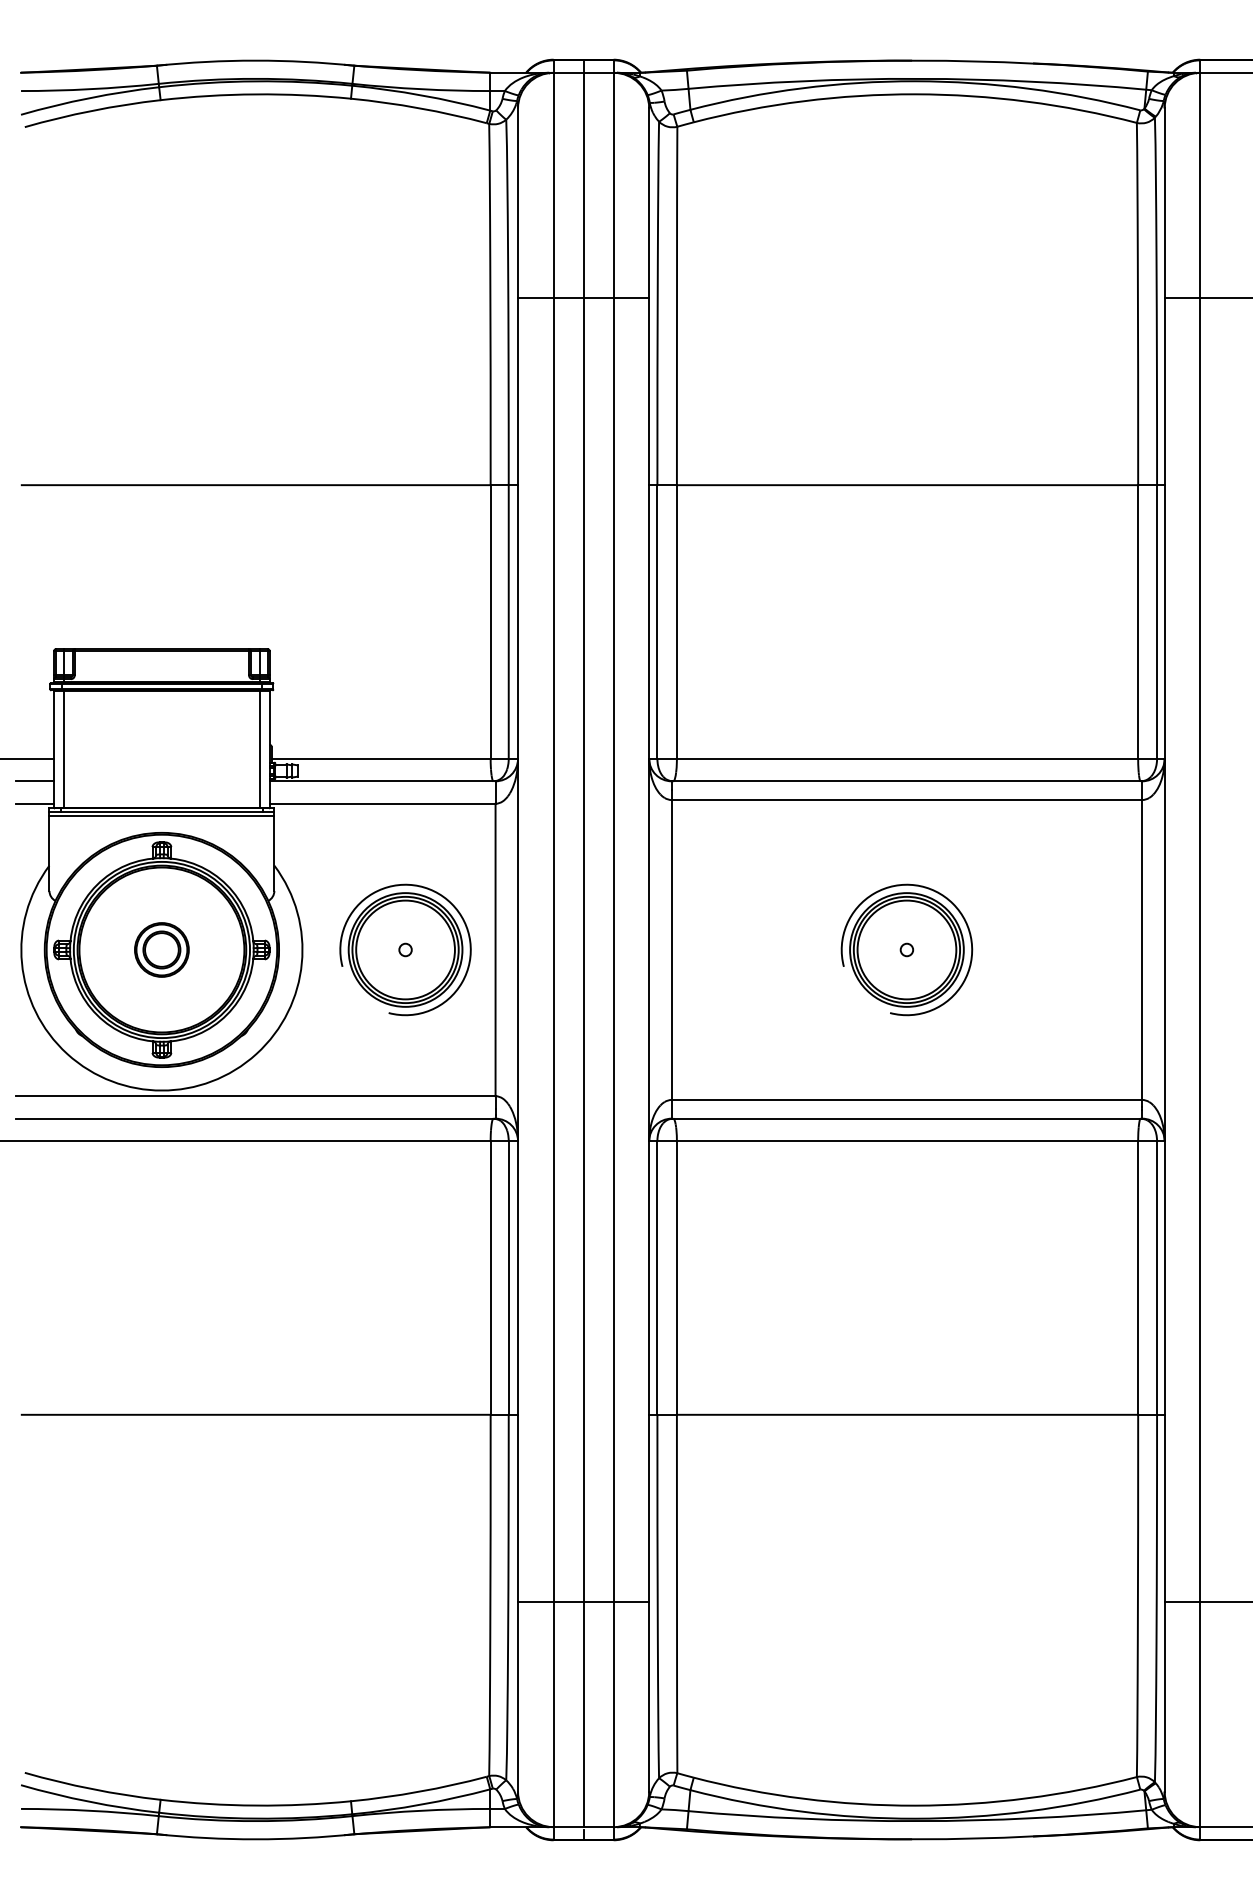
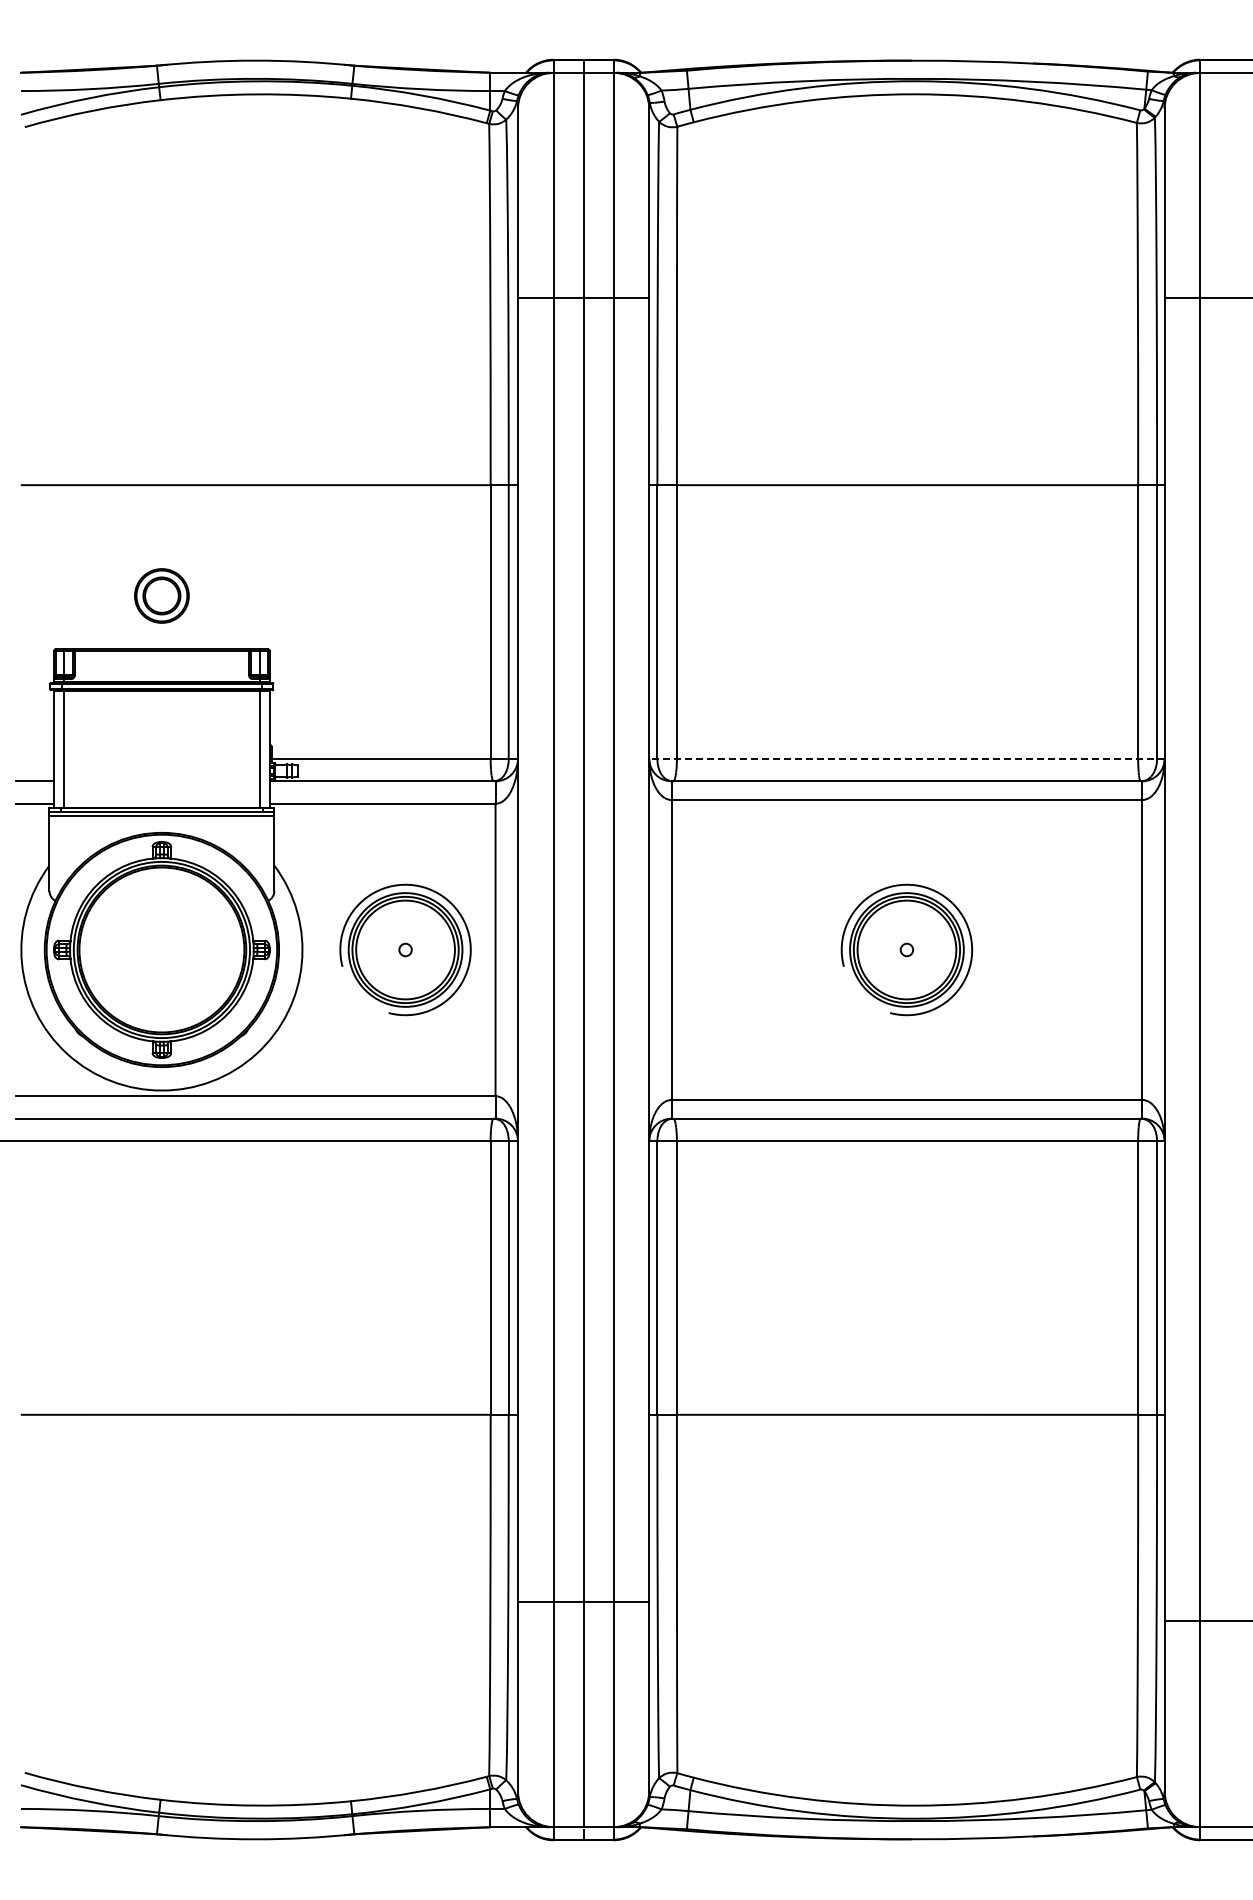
line at (28, 758): present -> none
line at (906, 758): solid -> dashed
part at (161, 949) position: (161, 949) -> (161, 595)
line at (1206, 1602) position: (1206, 1602) -> (1206, 1621)
